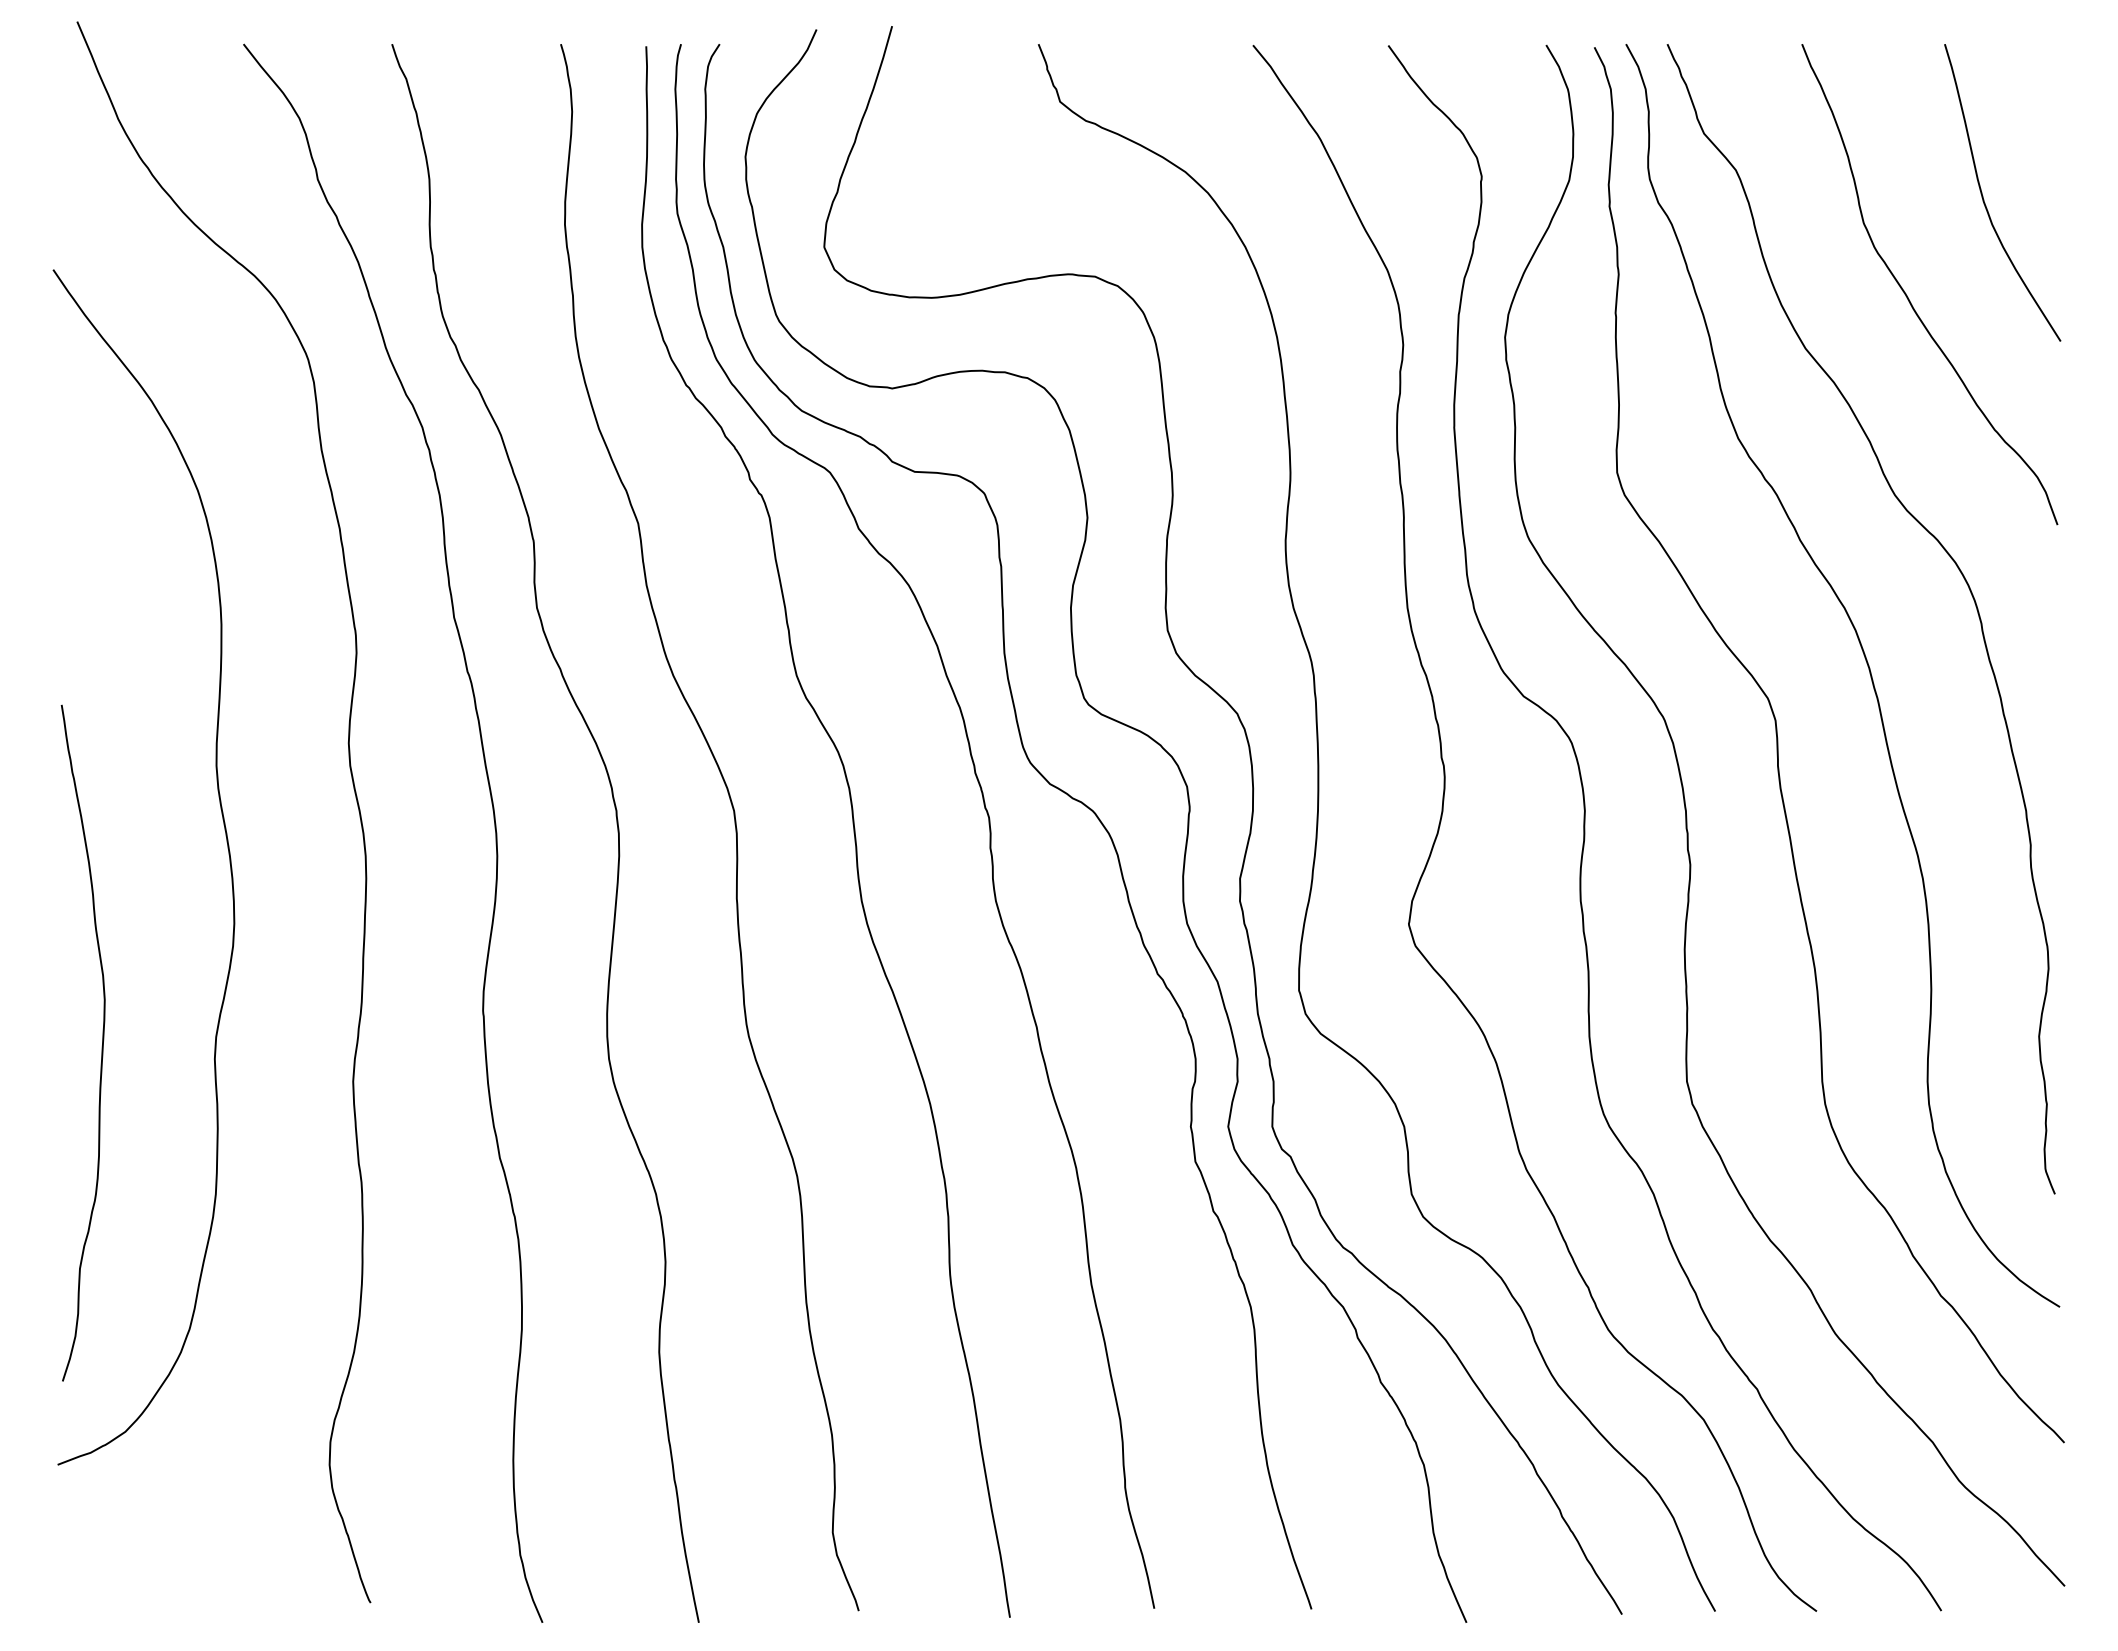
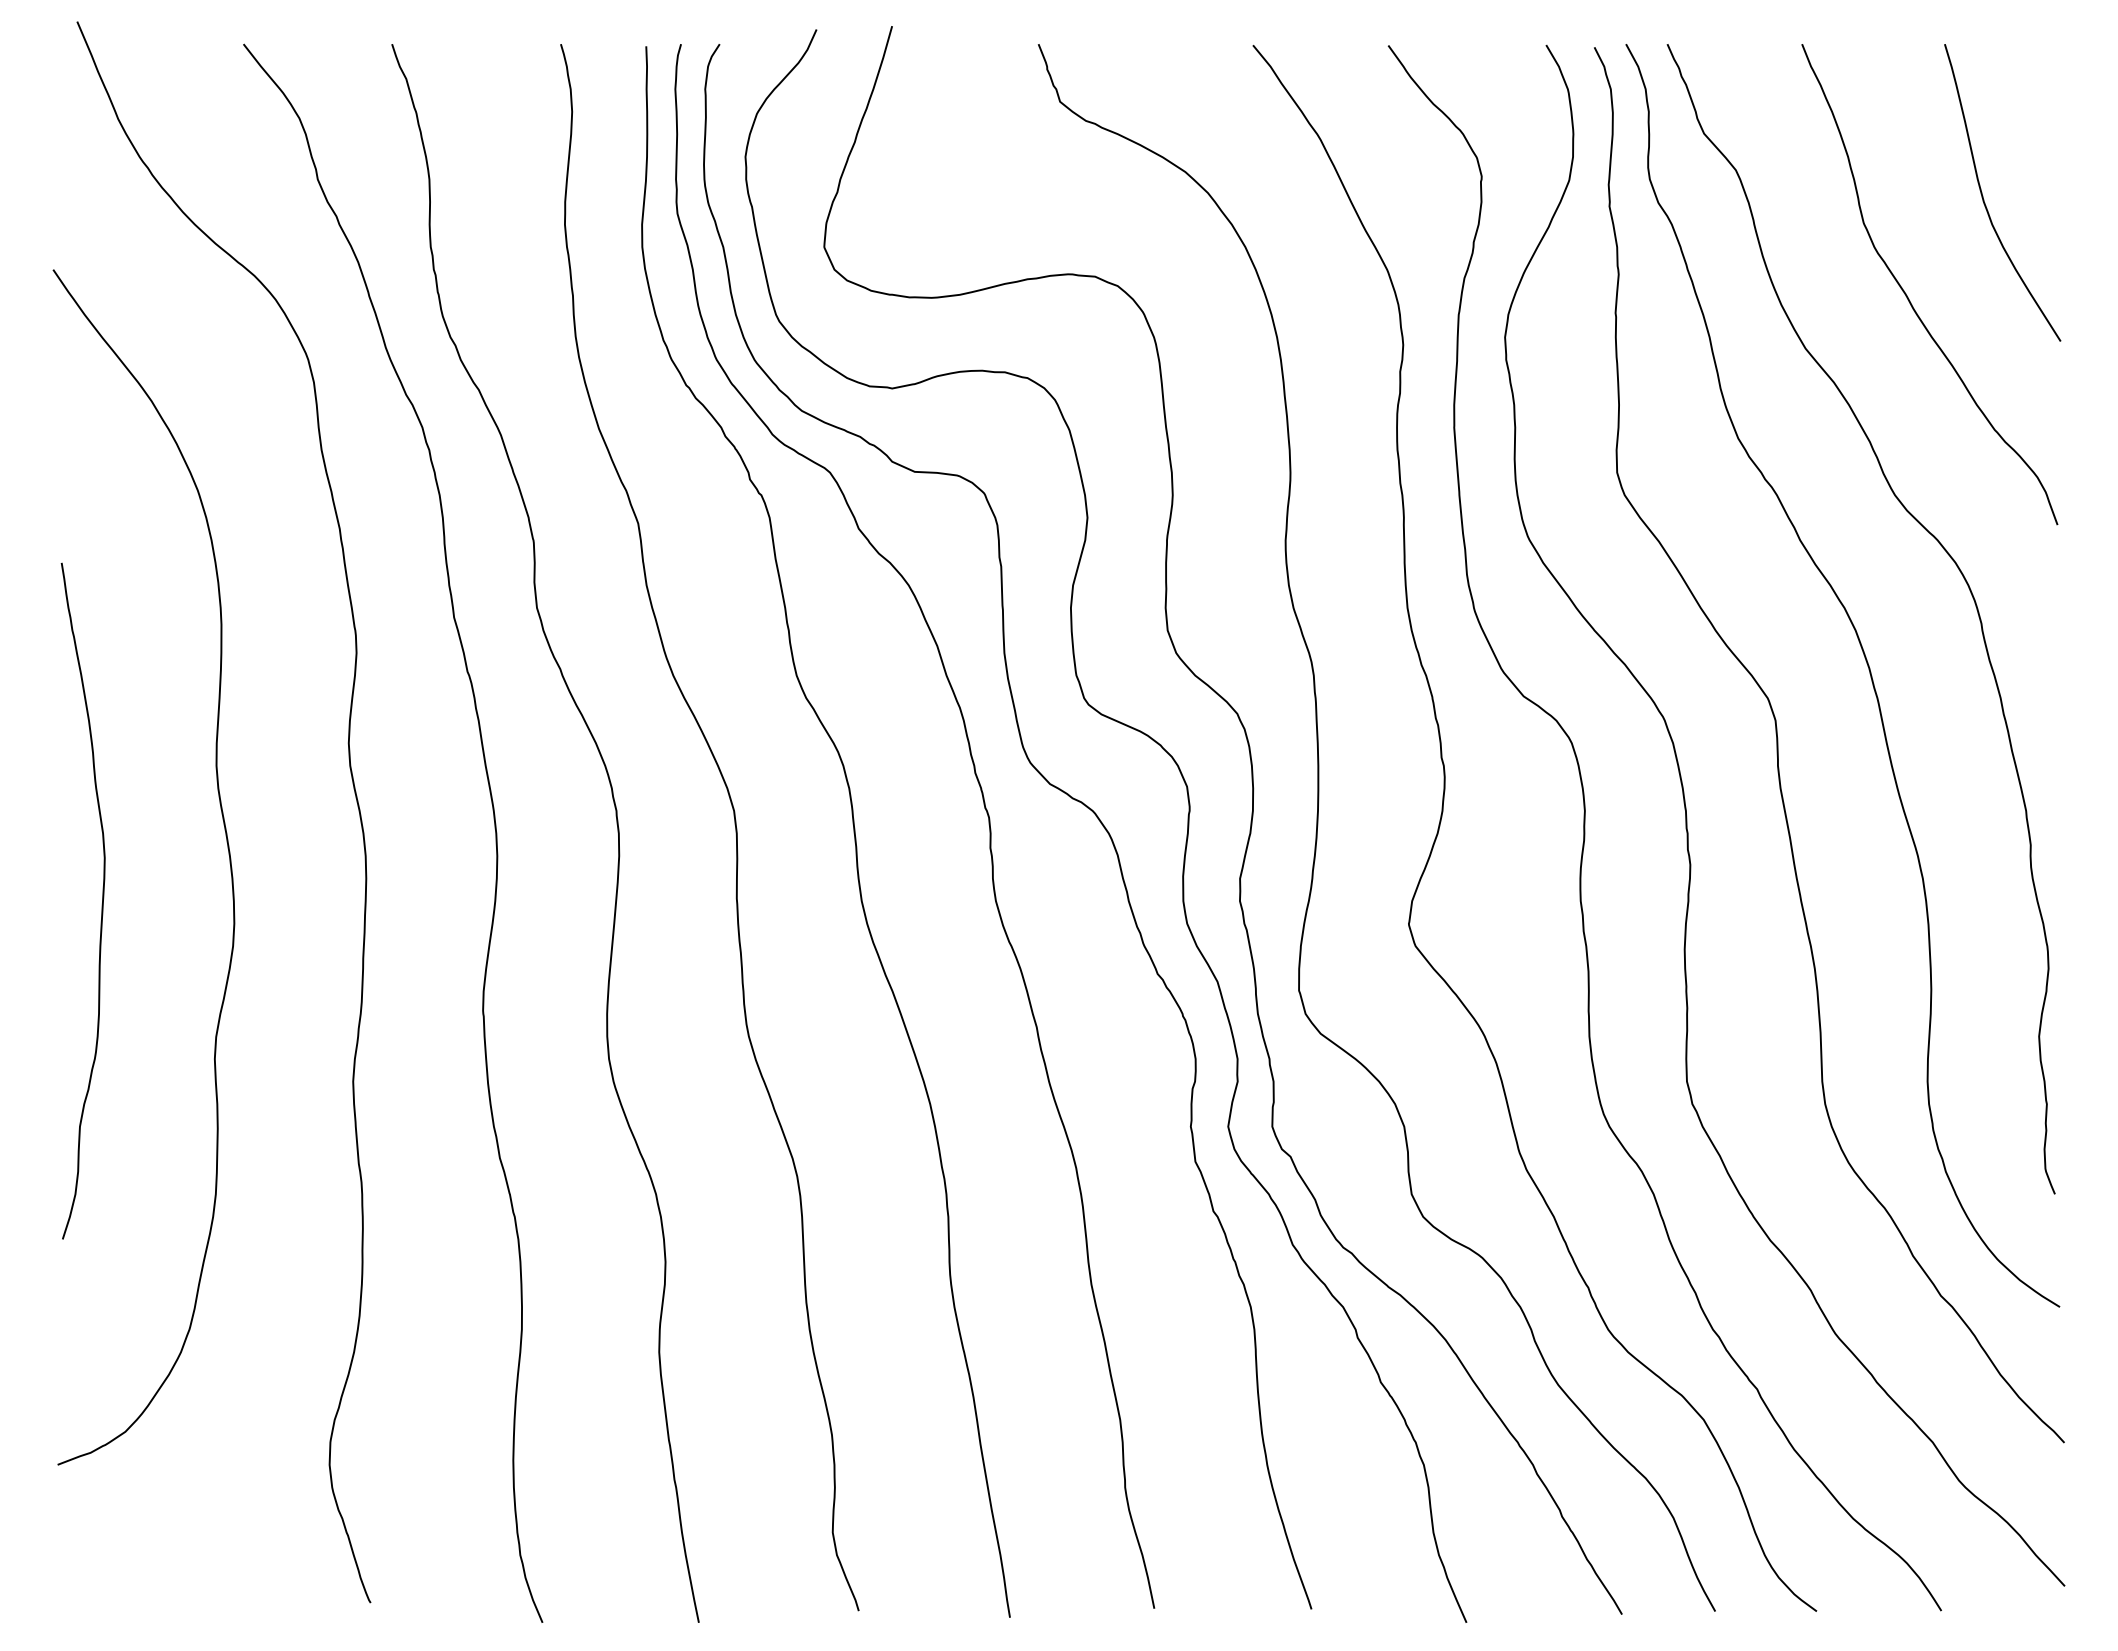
curve at (101, 1046) position: (101, 1046) -> (101, 904)
